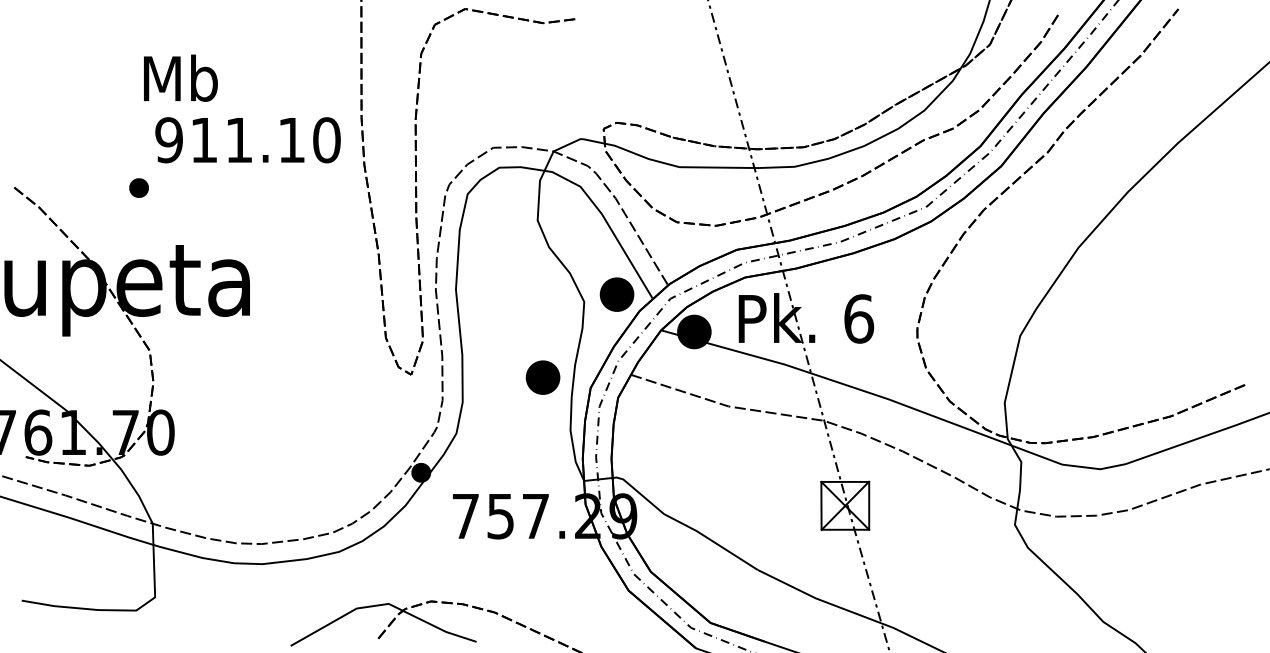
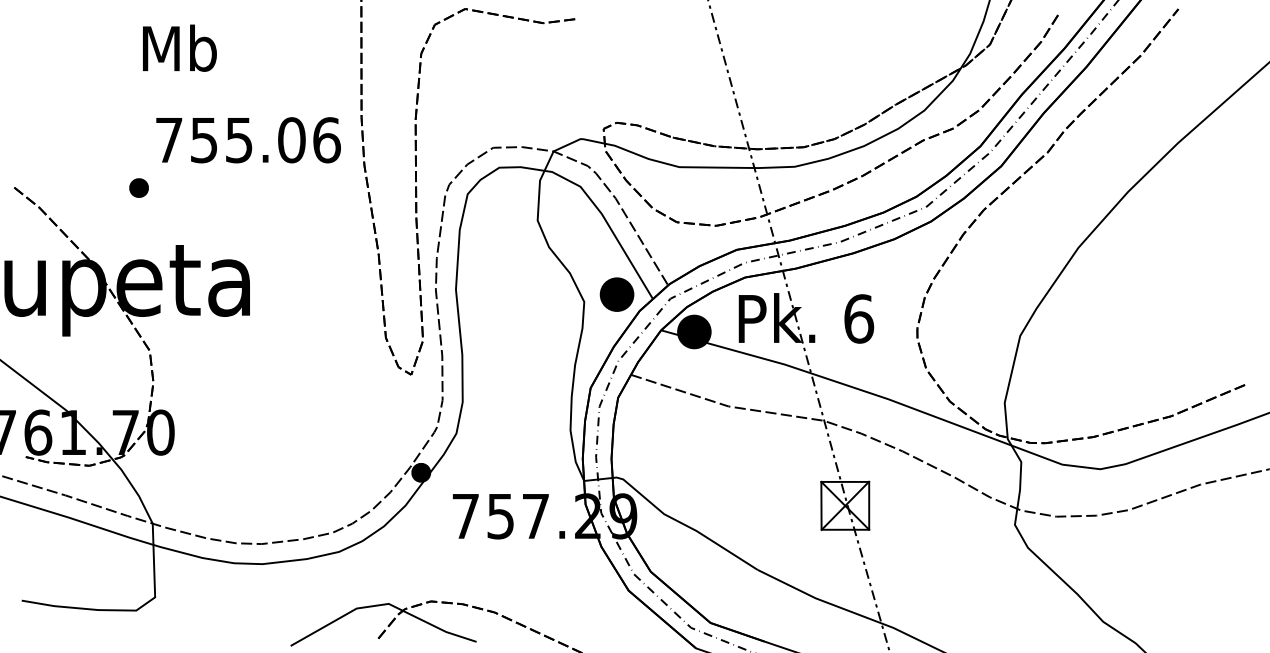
text at (180, 77) position: (180, 77) -> (179, 47)
text at (247, 140): 911.10 -> 755.06
part at (542, 377): present -> none
